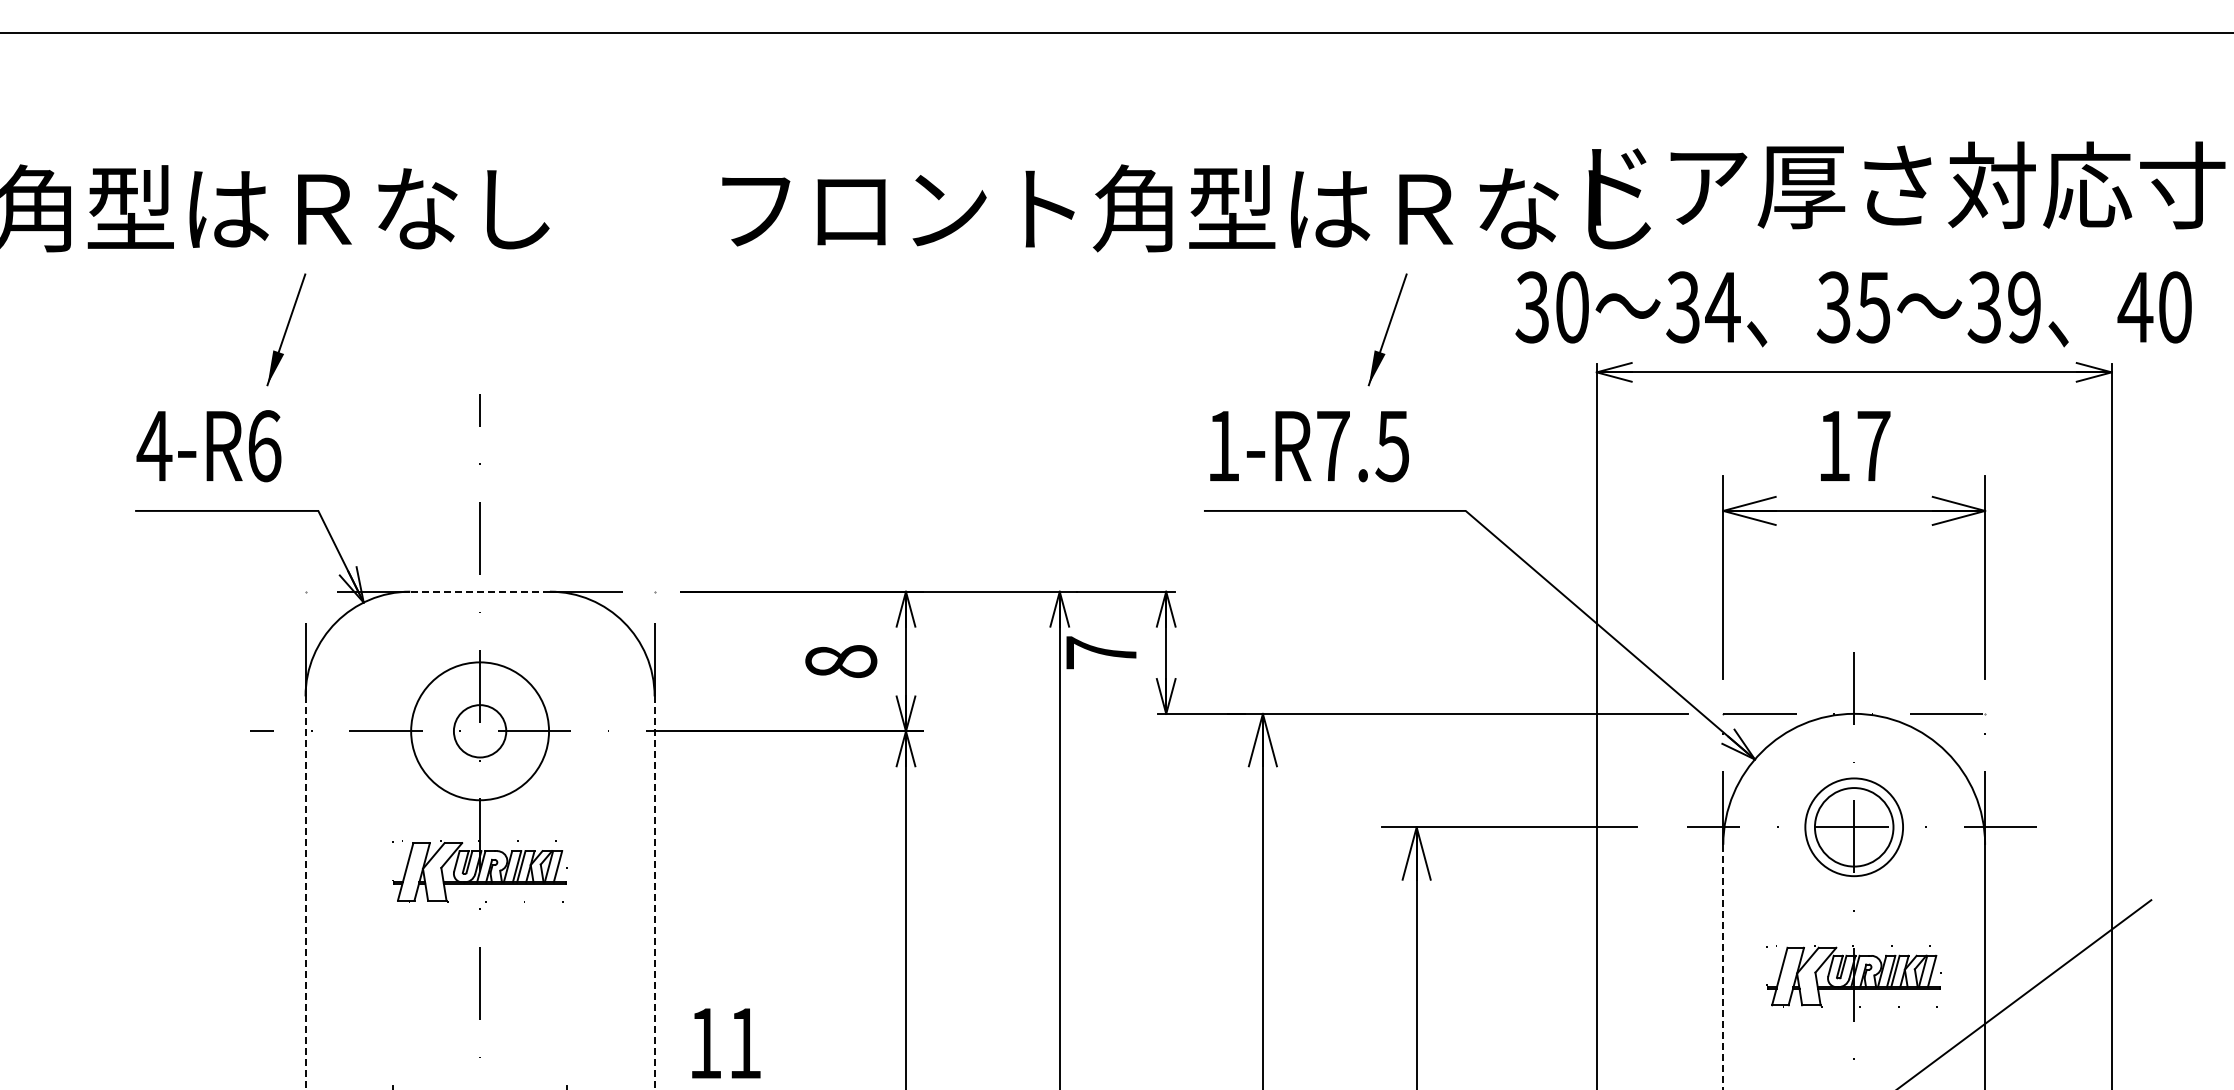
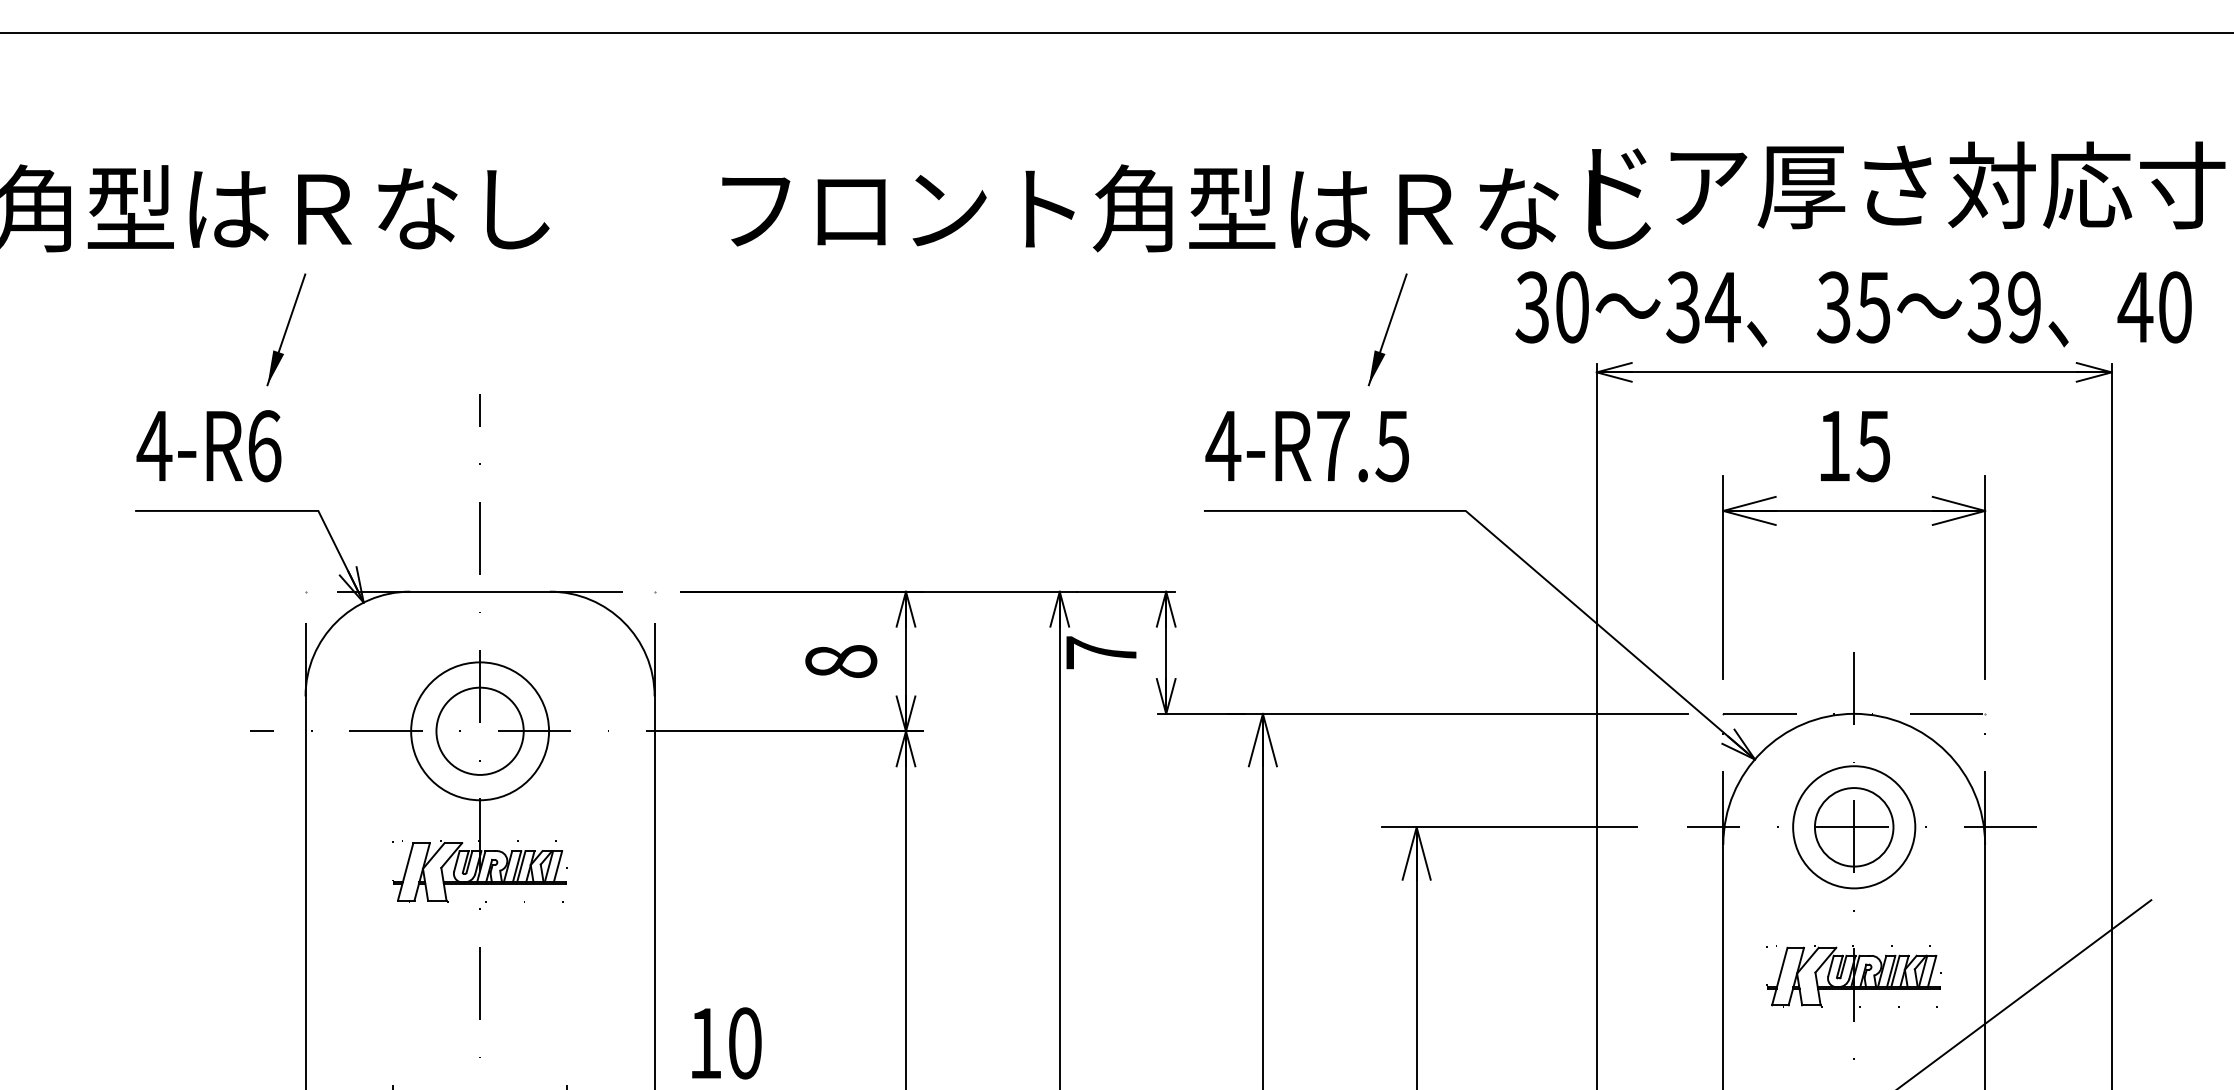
text at (1223, 446): 1-R7.5 -> 4-R7.5
text at (1873, 446): 17 -> 15
line at (480, 591): dashed -> solid
circle at (479, 731) diameter: 52 px -> 87 px
circle at (1854, 827) diameter: 98 px -> 122 px
line at (305, 893): dashed -> solid
line at (654, 893): dashed -> solid
line at (1723, 967): dashed -> solid
text at (745, 1043): 11 -> 10
